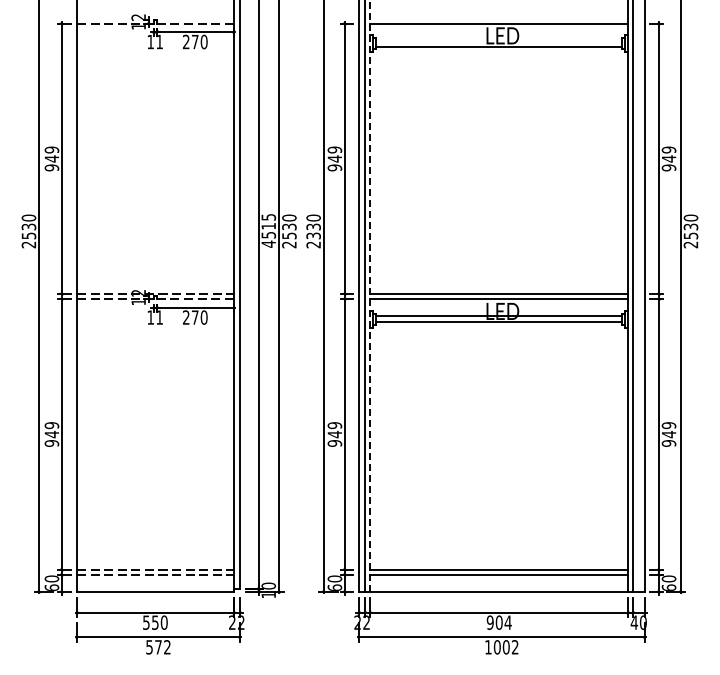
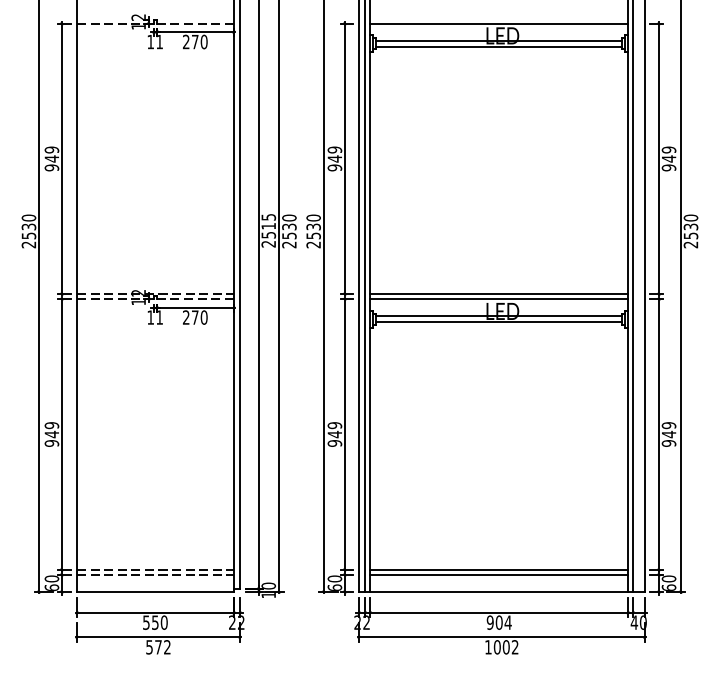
line at (499, 40): none -> present
text at (313, 235): 2330 -> 2530
text at (268, 243): 4515 -> 2515
line at (370, 295): dashed -> solid
